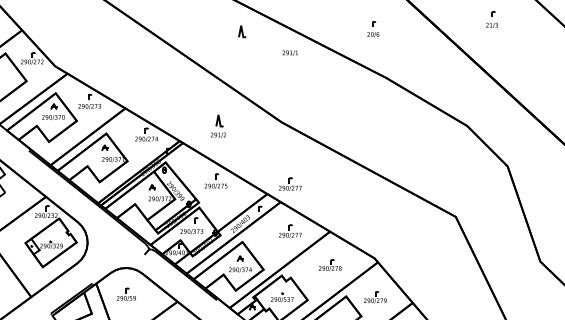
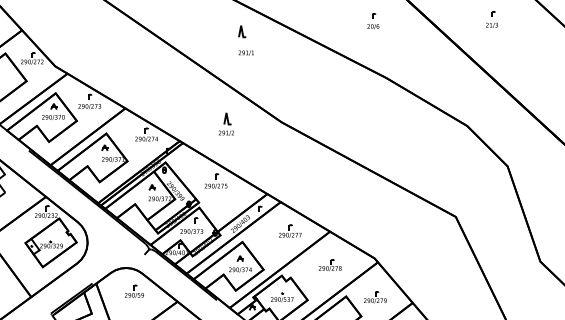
part at (373, 29) position: (373, 29) -> (373, 21)
text at (289, 52) position: (289, 52) -> (245, 52)
part at (217, 125) position: (217, 125) -> (225, 123)
part at (290, 183): present -> none
part at (125, 293) position: (125, 293) -> (133, 290)
